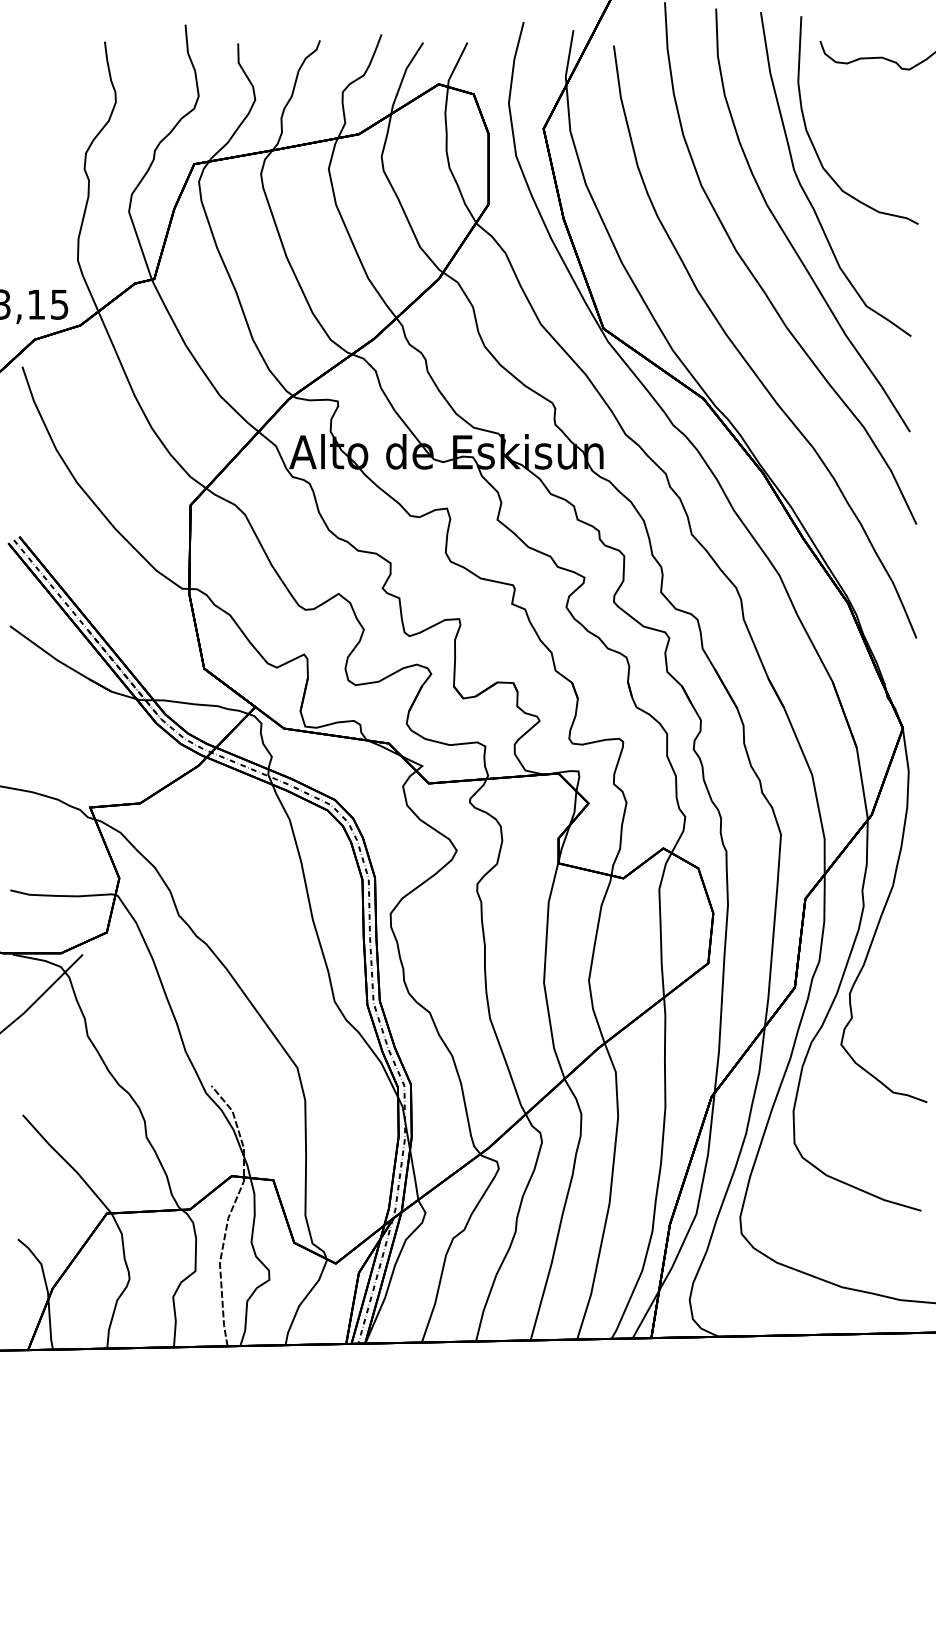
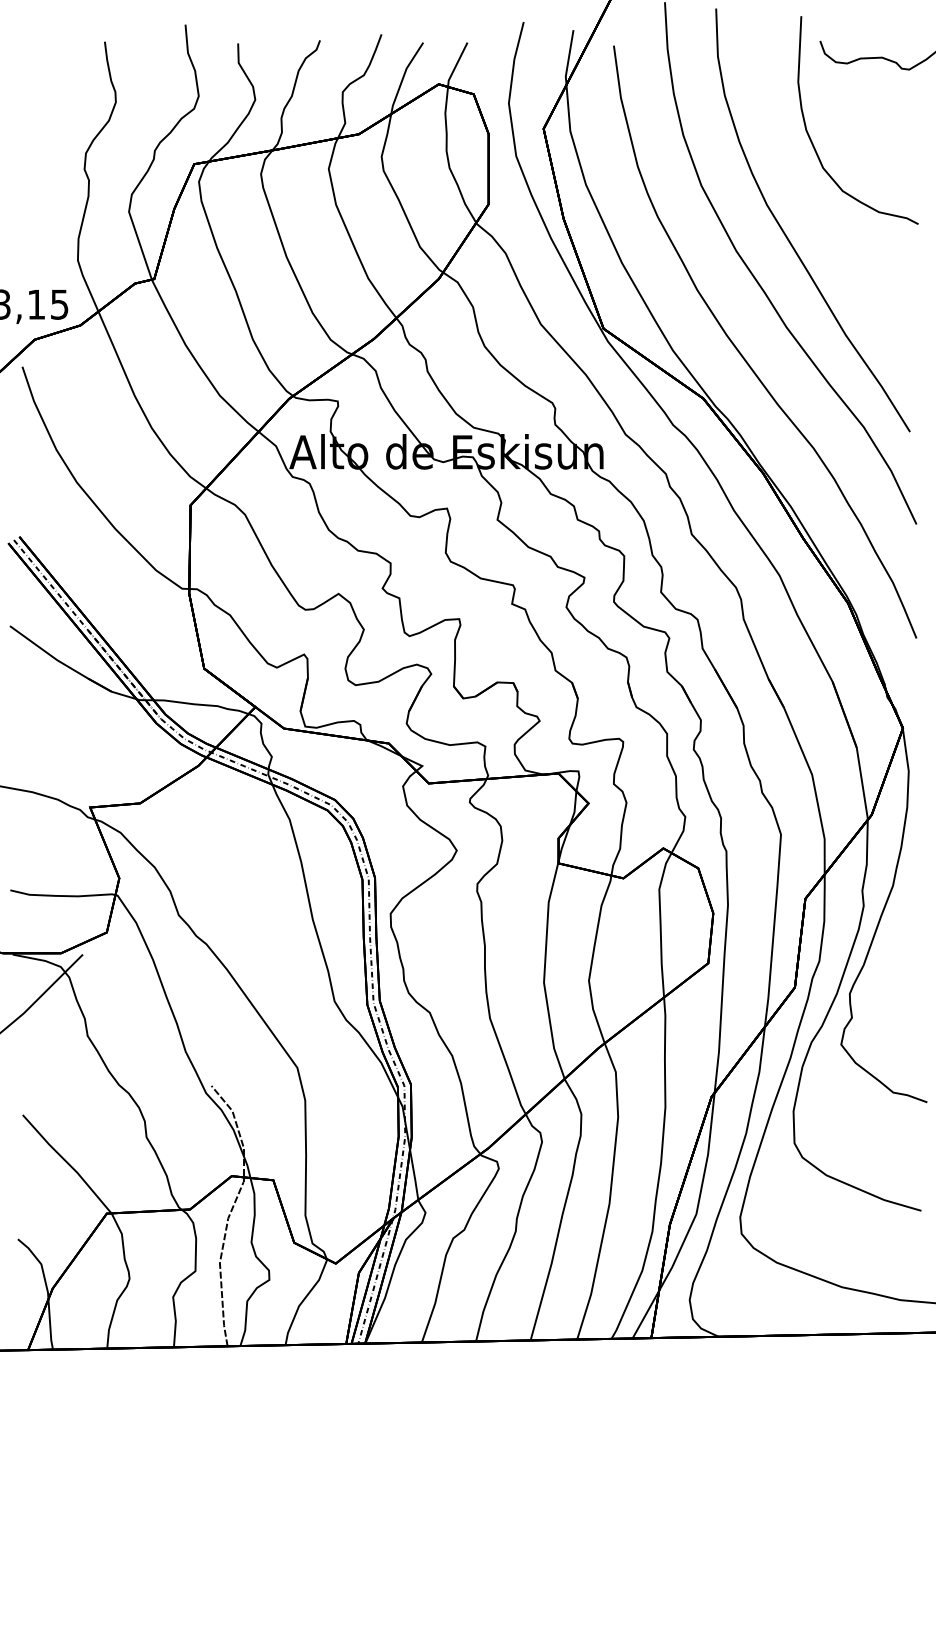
curve at (805, 191): present -> none
